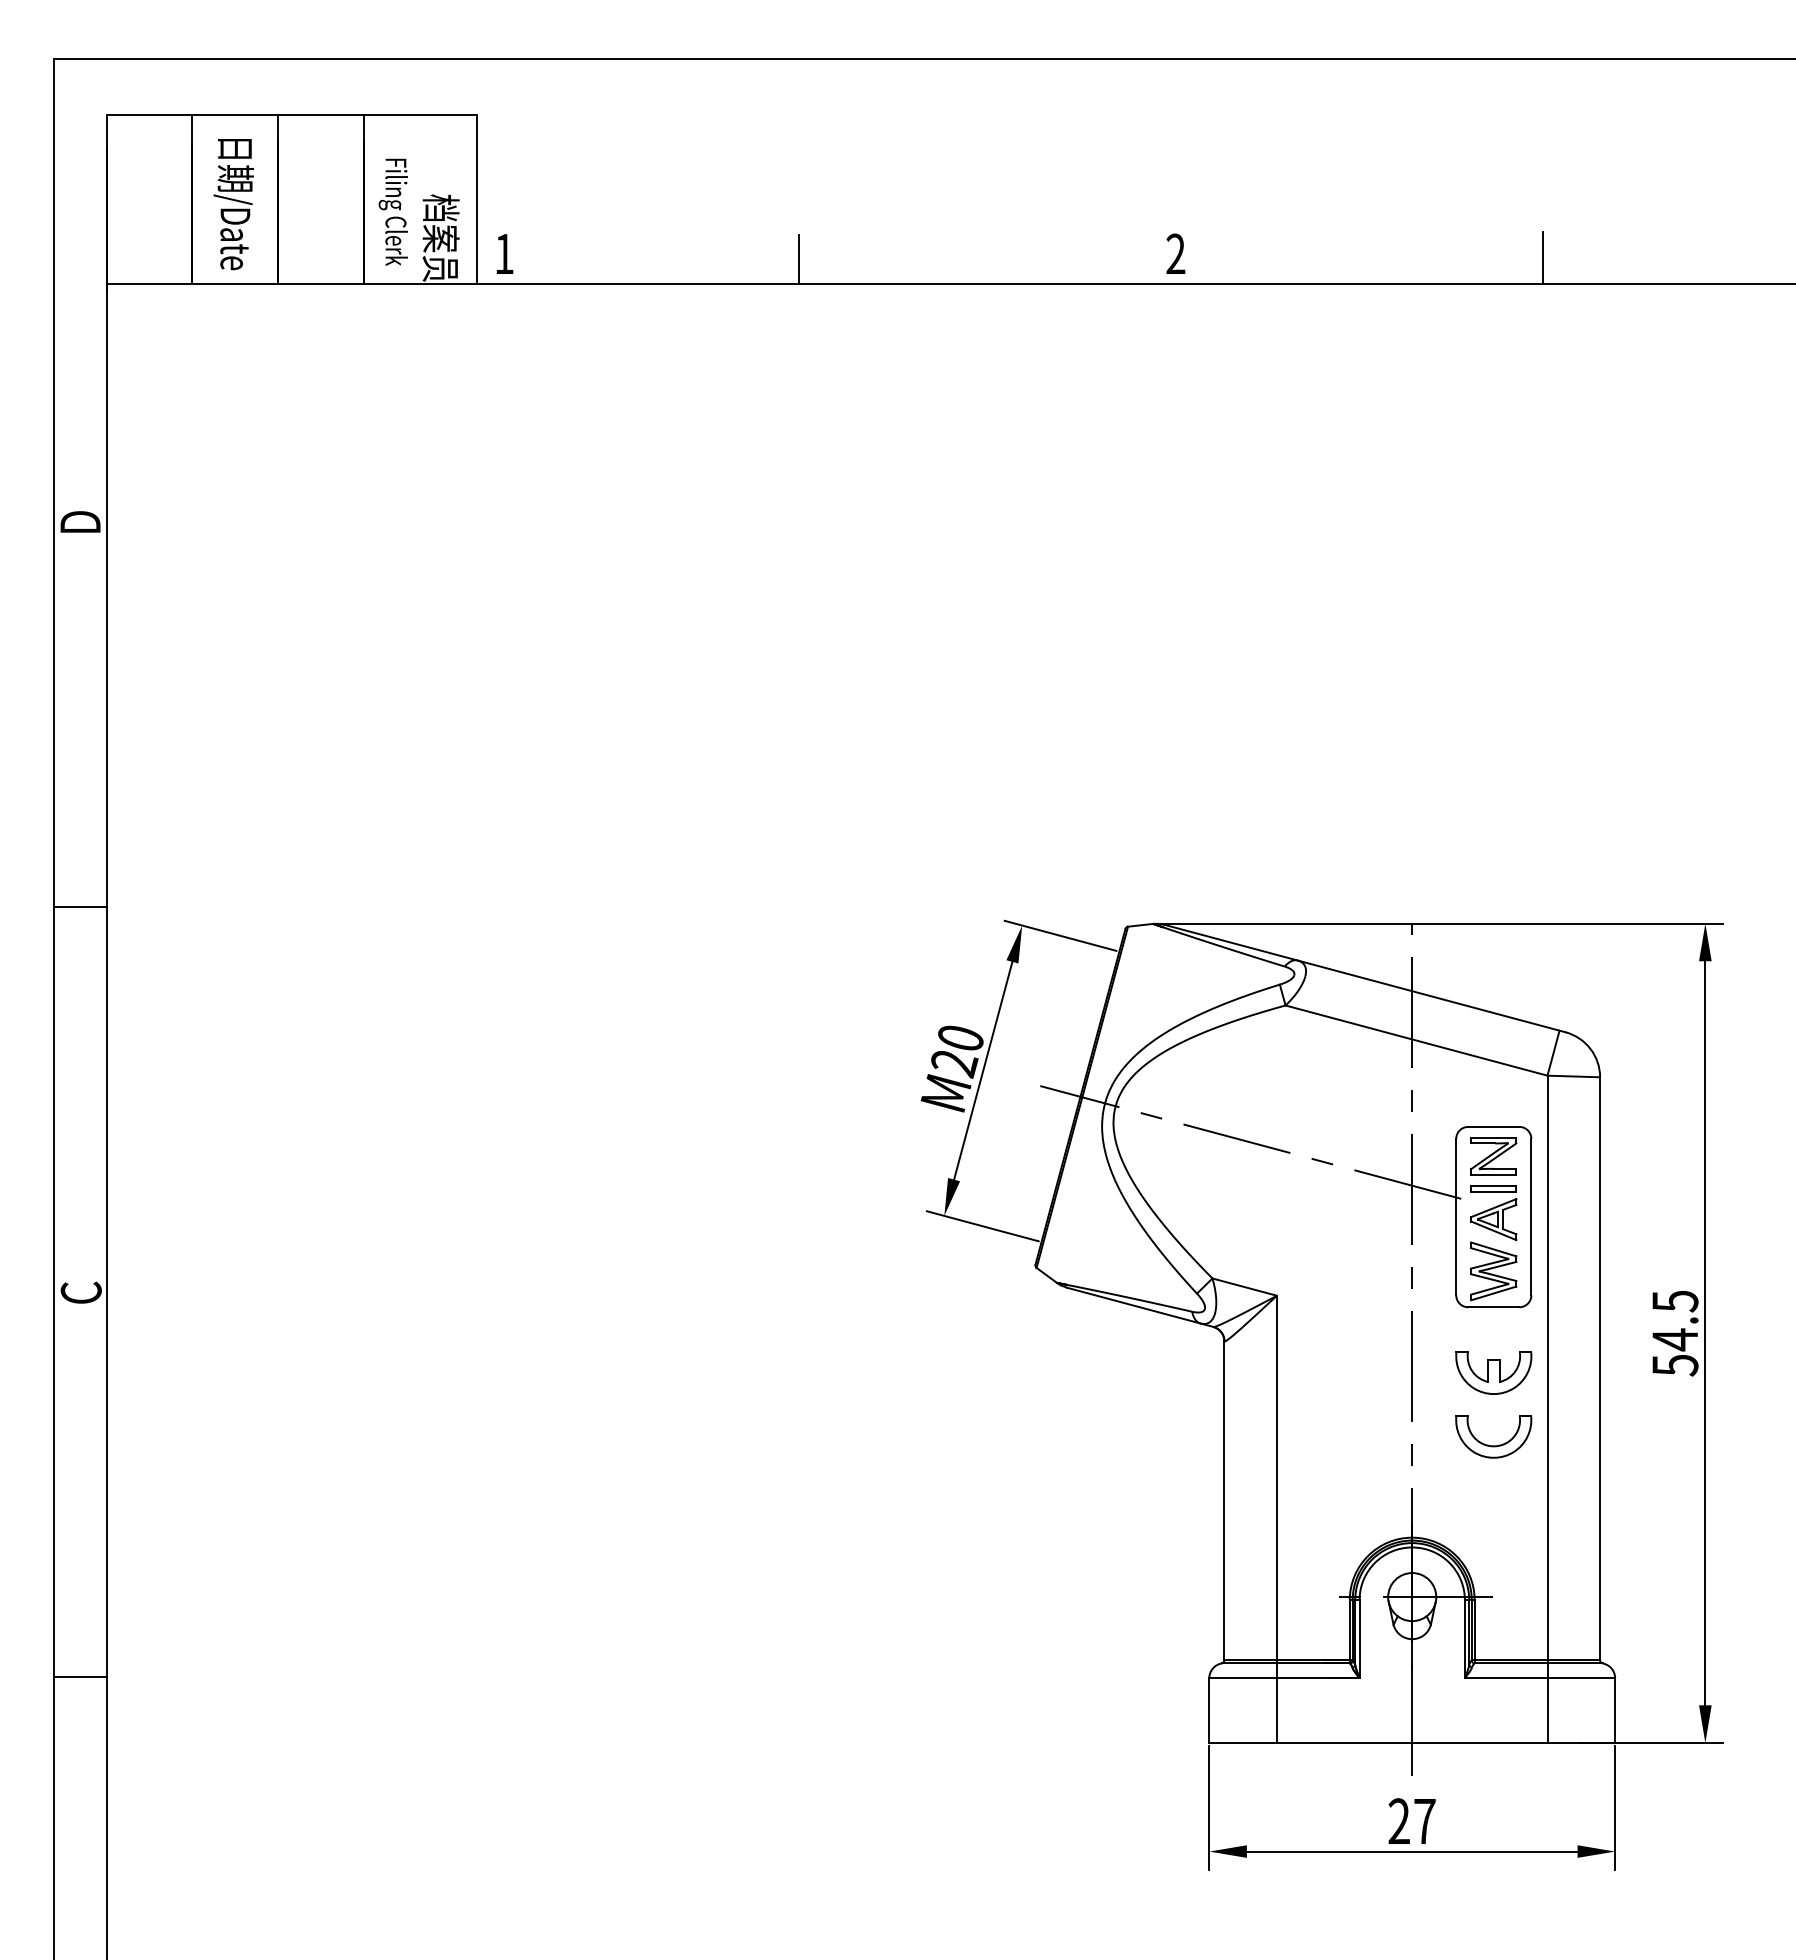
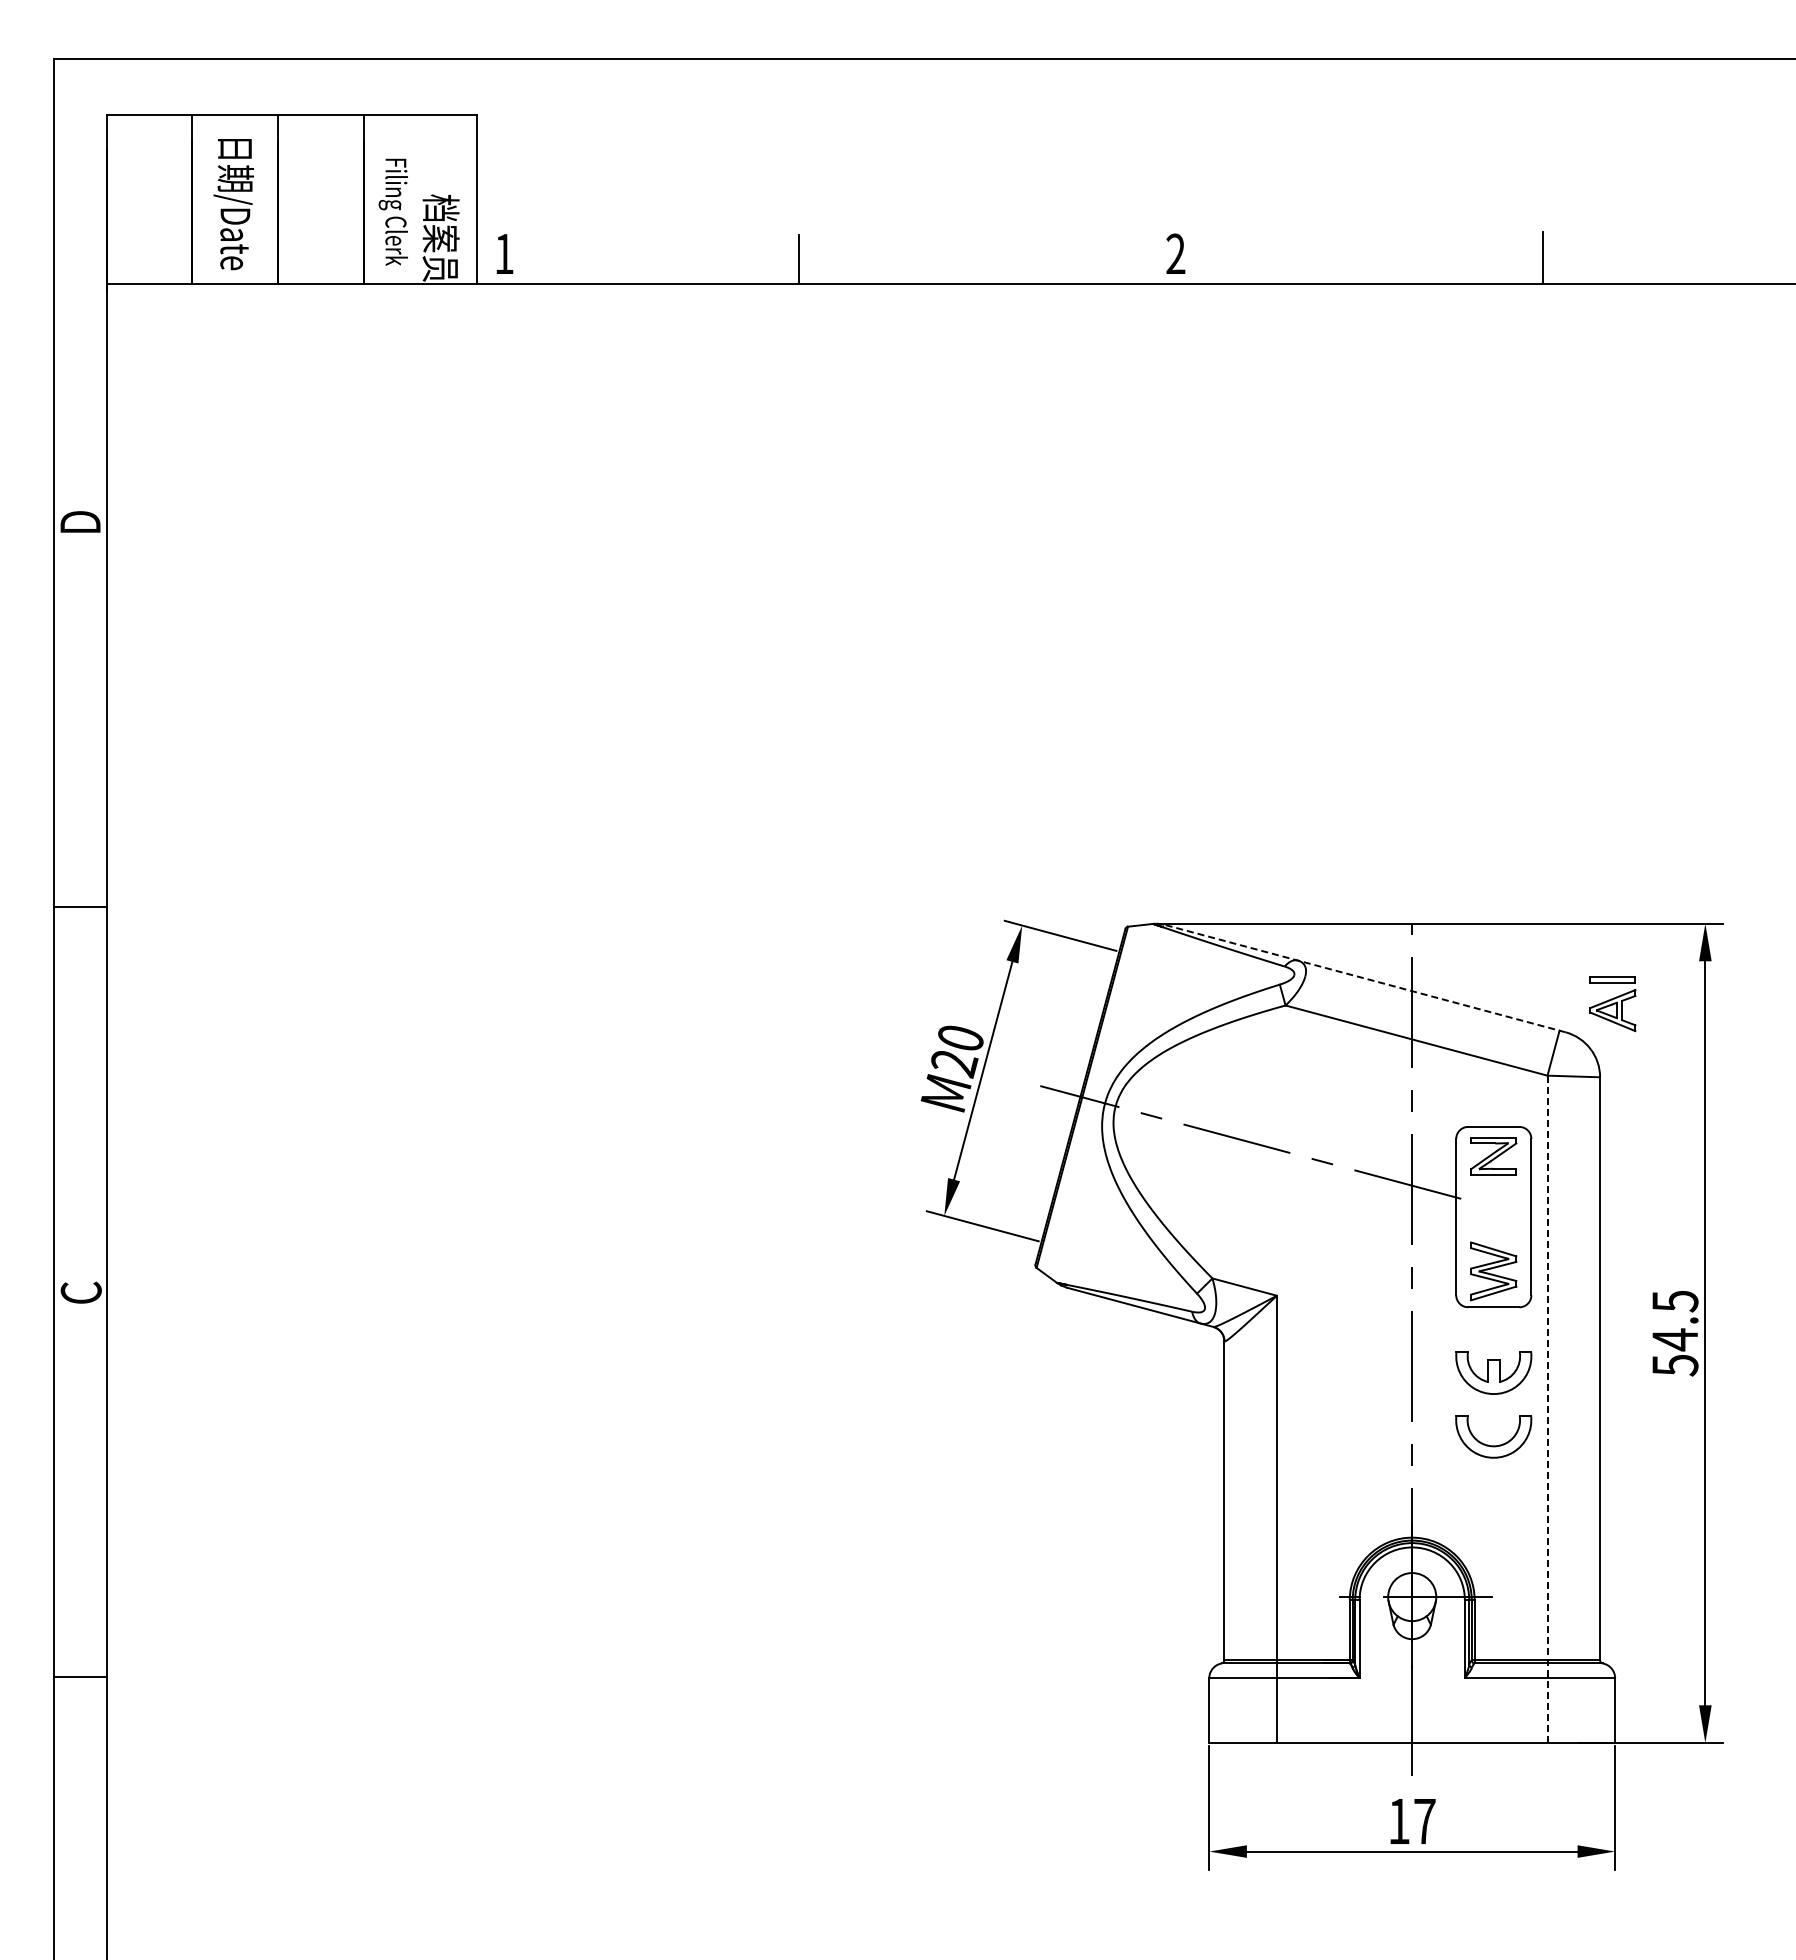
line at (1364, 978): solid -> dashed
part at (1493, 1213) position: (1493, 1213) -> (1612, 1004)
line at (1547, 1409): solid -> dashed
text at (1398, 1820): 27 -> 17
